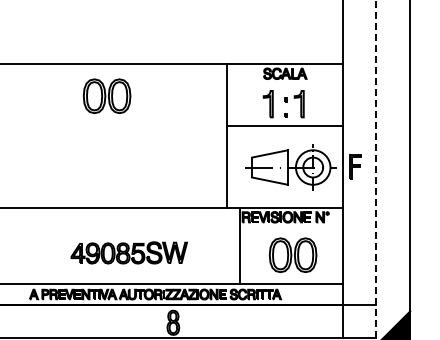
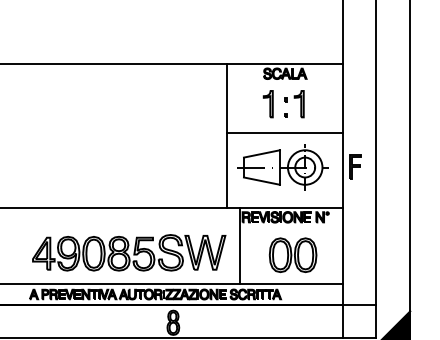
part at (106, 96): present -> none
line at (284, 125) position: (284, 125) -> (284, 132)
part at (290, 167) position: (290, 167) -> (282, 167)
line at (376, 169): dashed -> solid
part at (128, 252) size: 118x24 px -> 195x38 px
